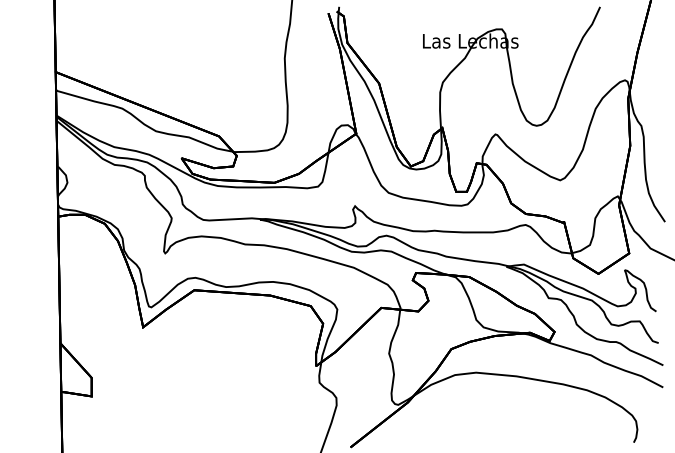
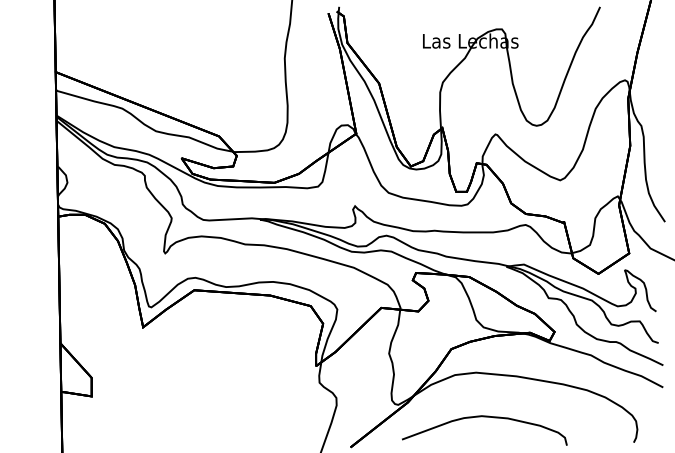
curve at (484, 417): none -> present
